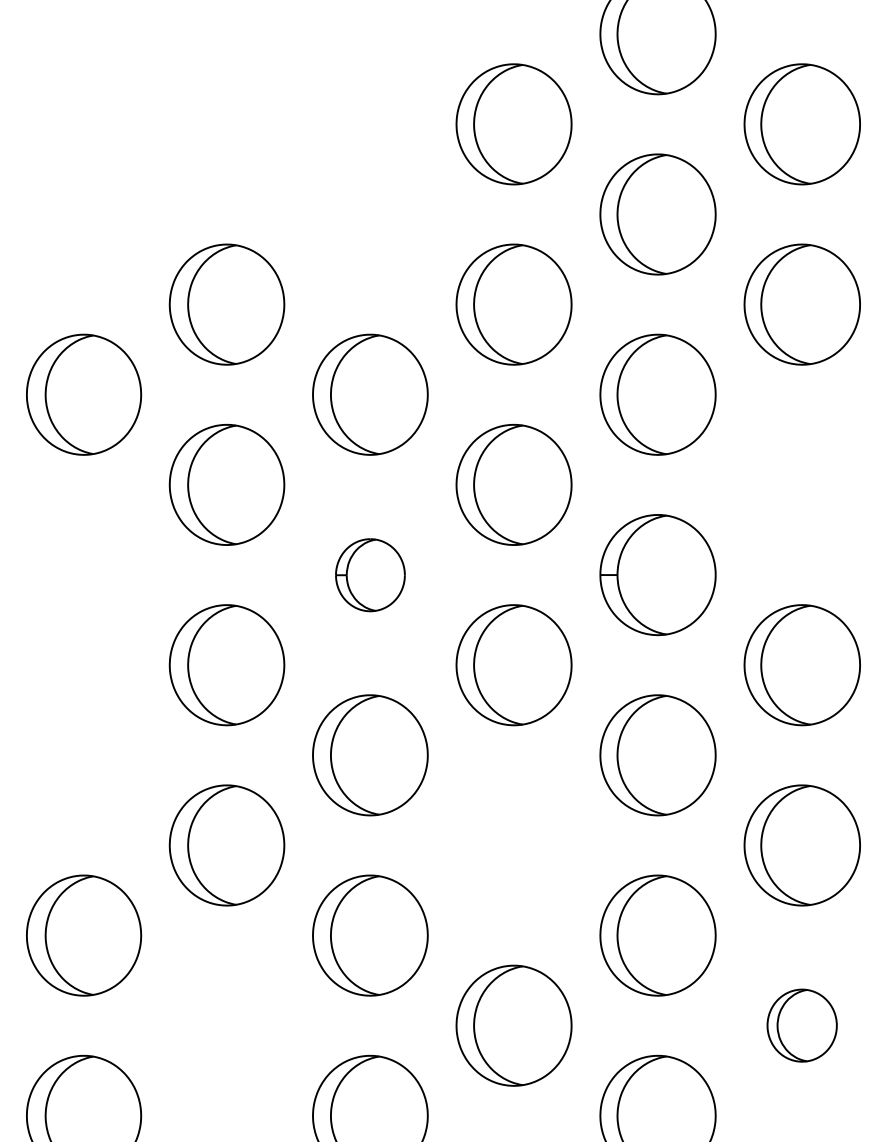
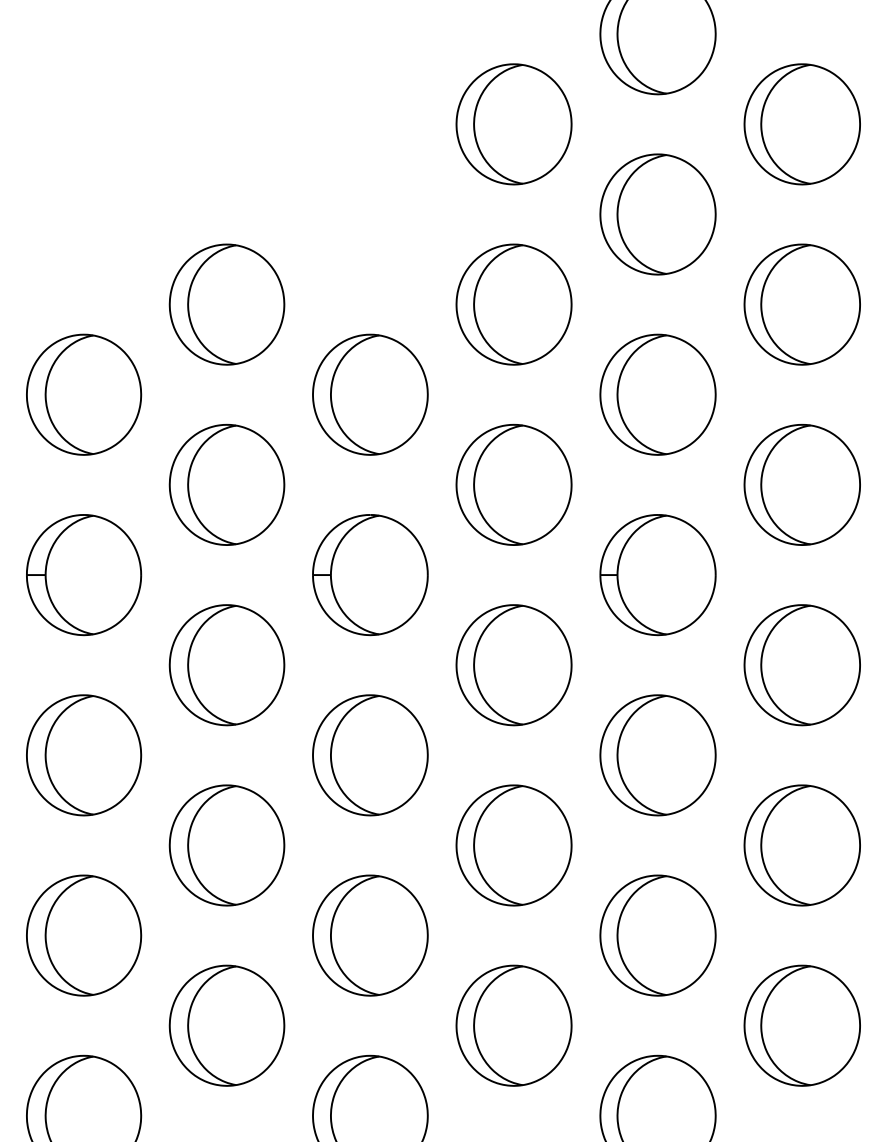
part at (801, 484): none -> present
part at (84, 575): none -> present
part at (370, 575) size: 71x75 px -> 117x123 px
part at (84, 755): none -> present
part at (513, 845): none -> present
part at (226, 1025): none -> present
part at (801, 1025) size: 72x75 px -> 118x123 px
